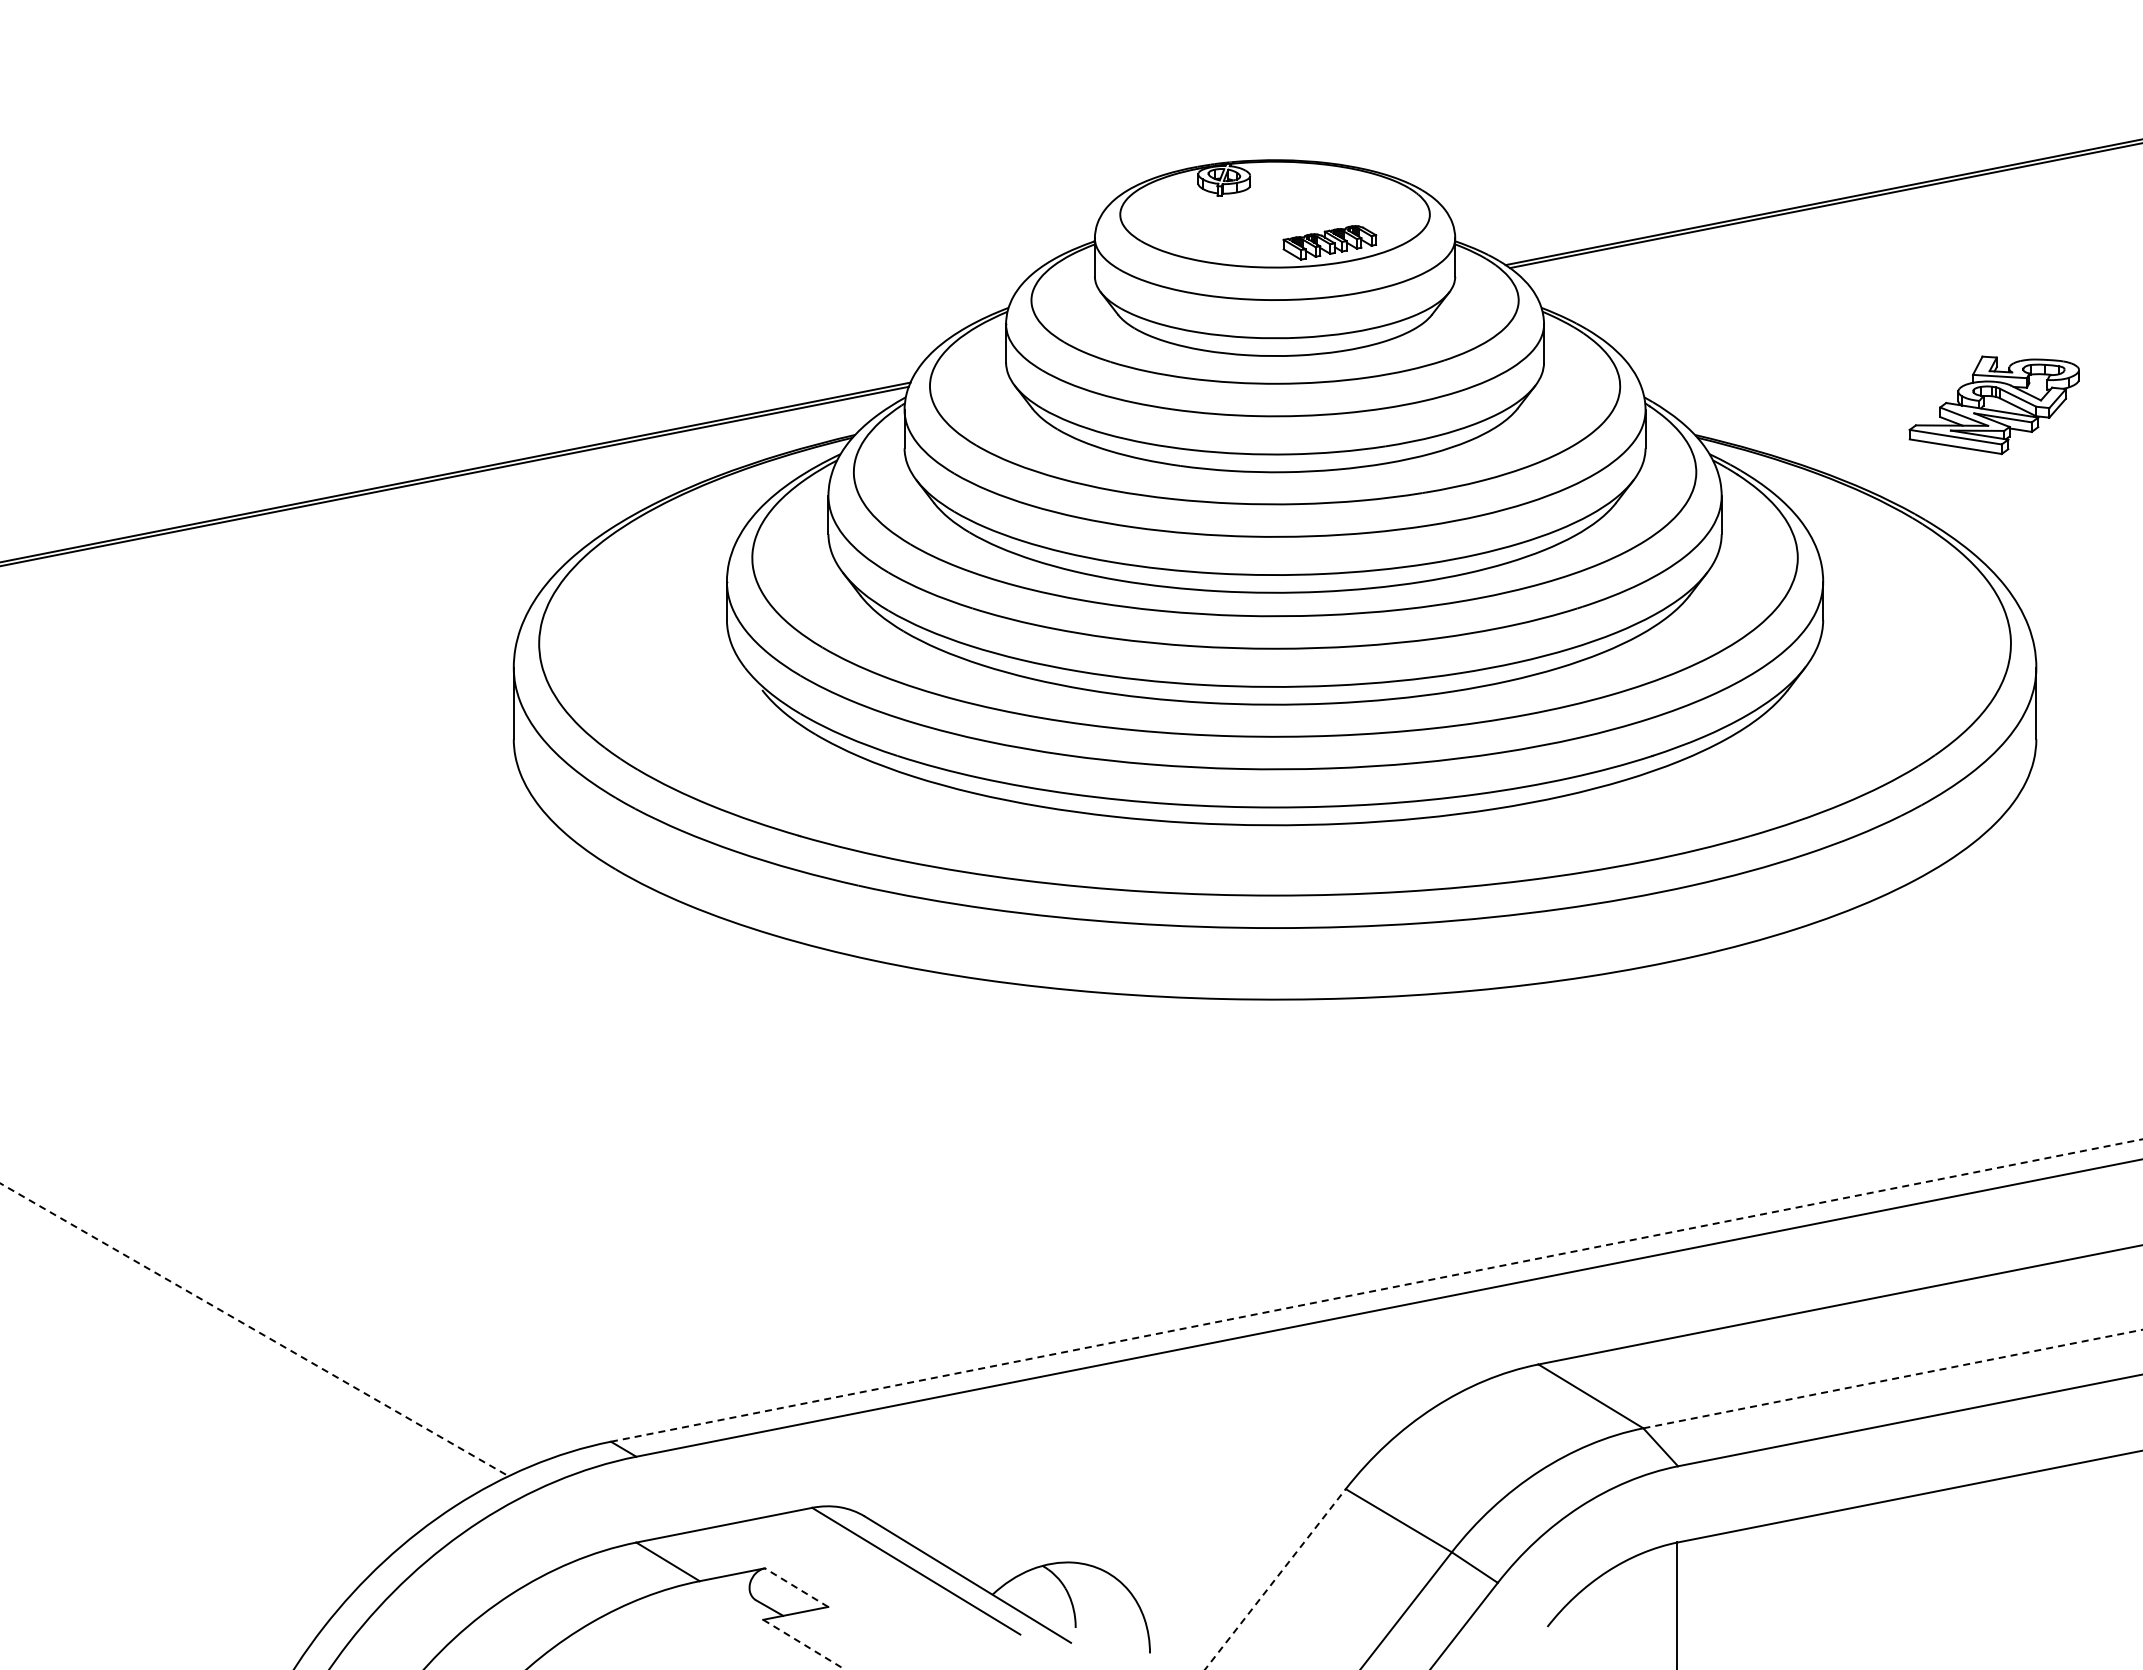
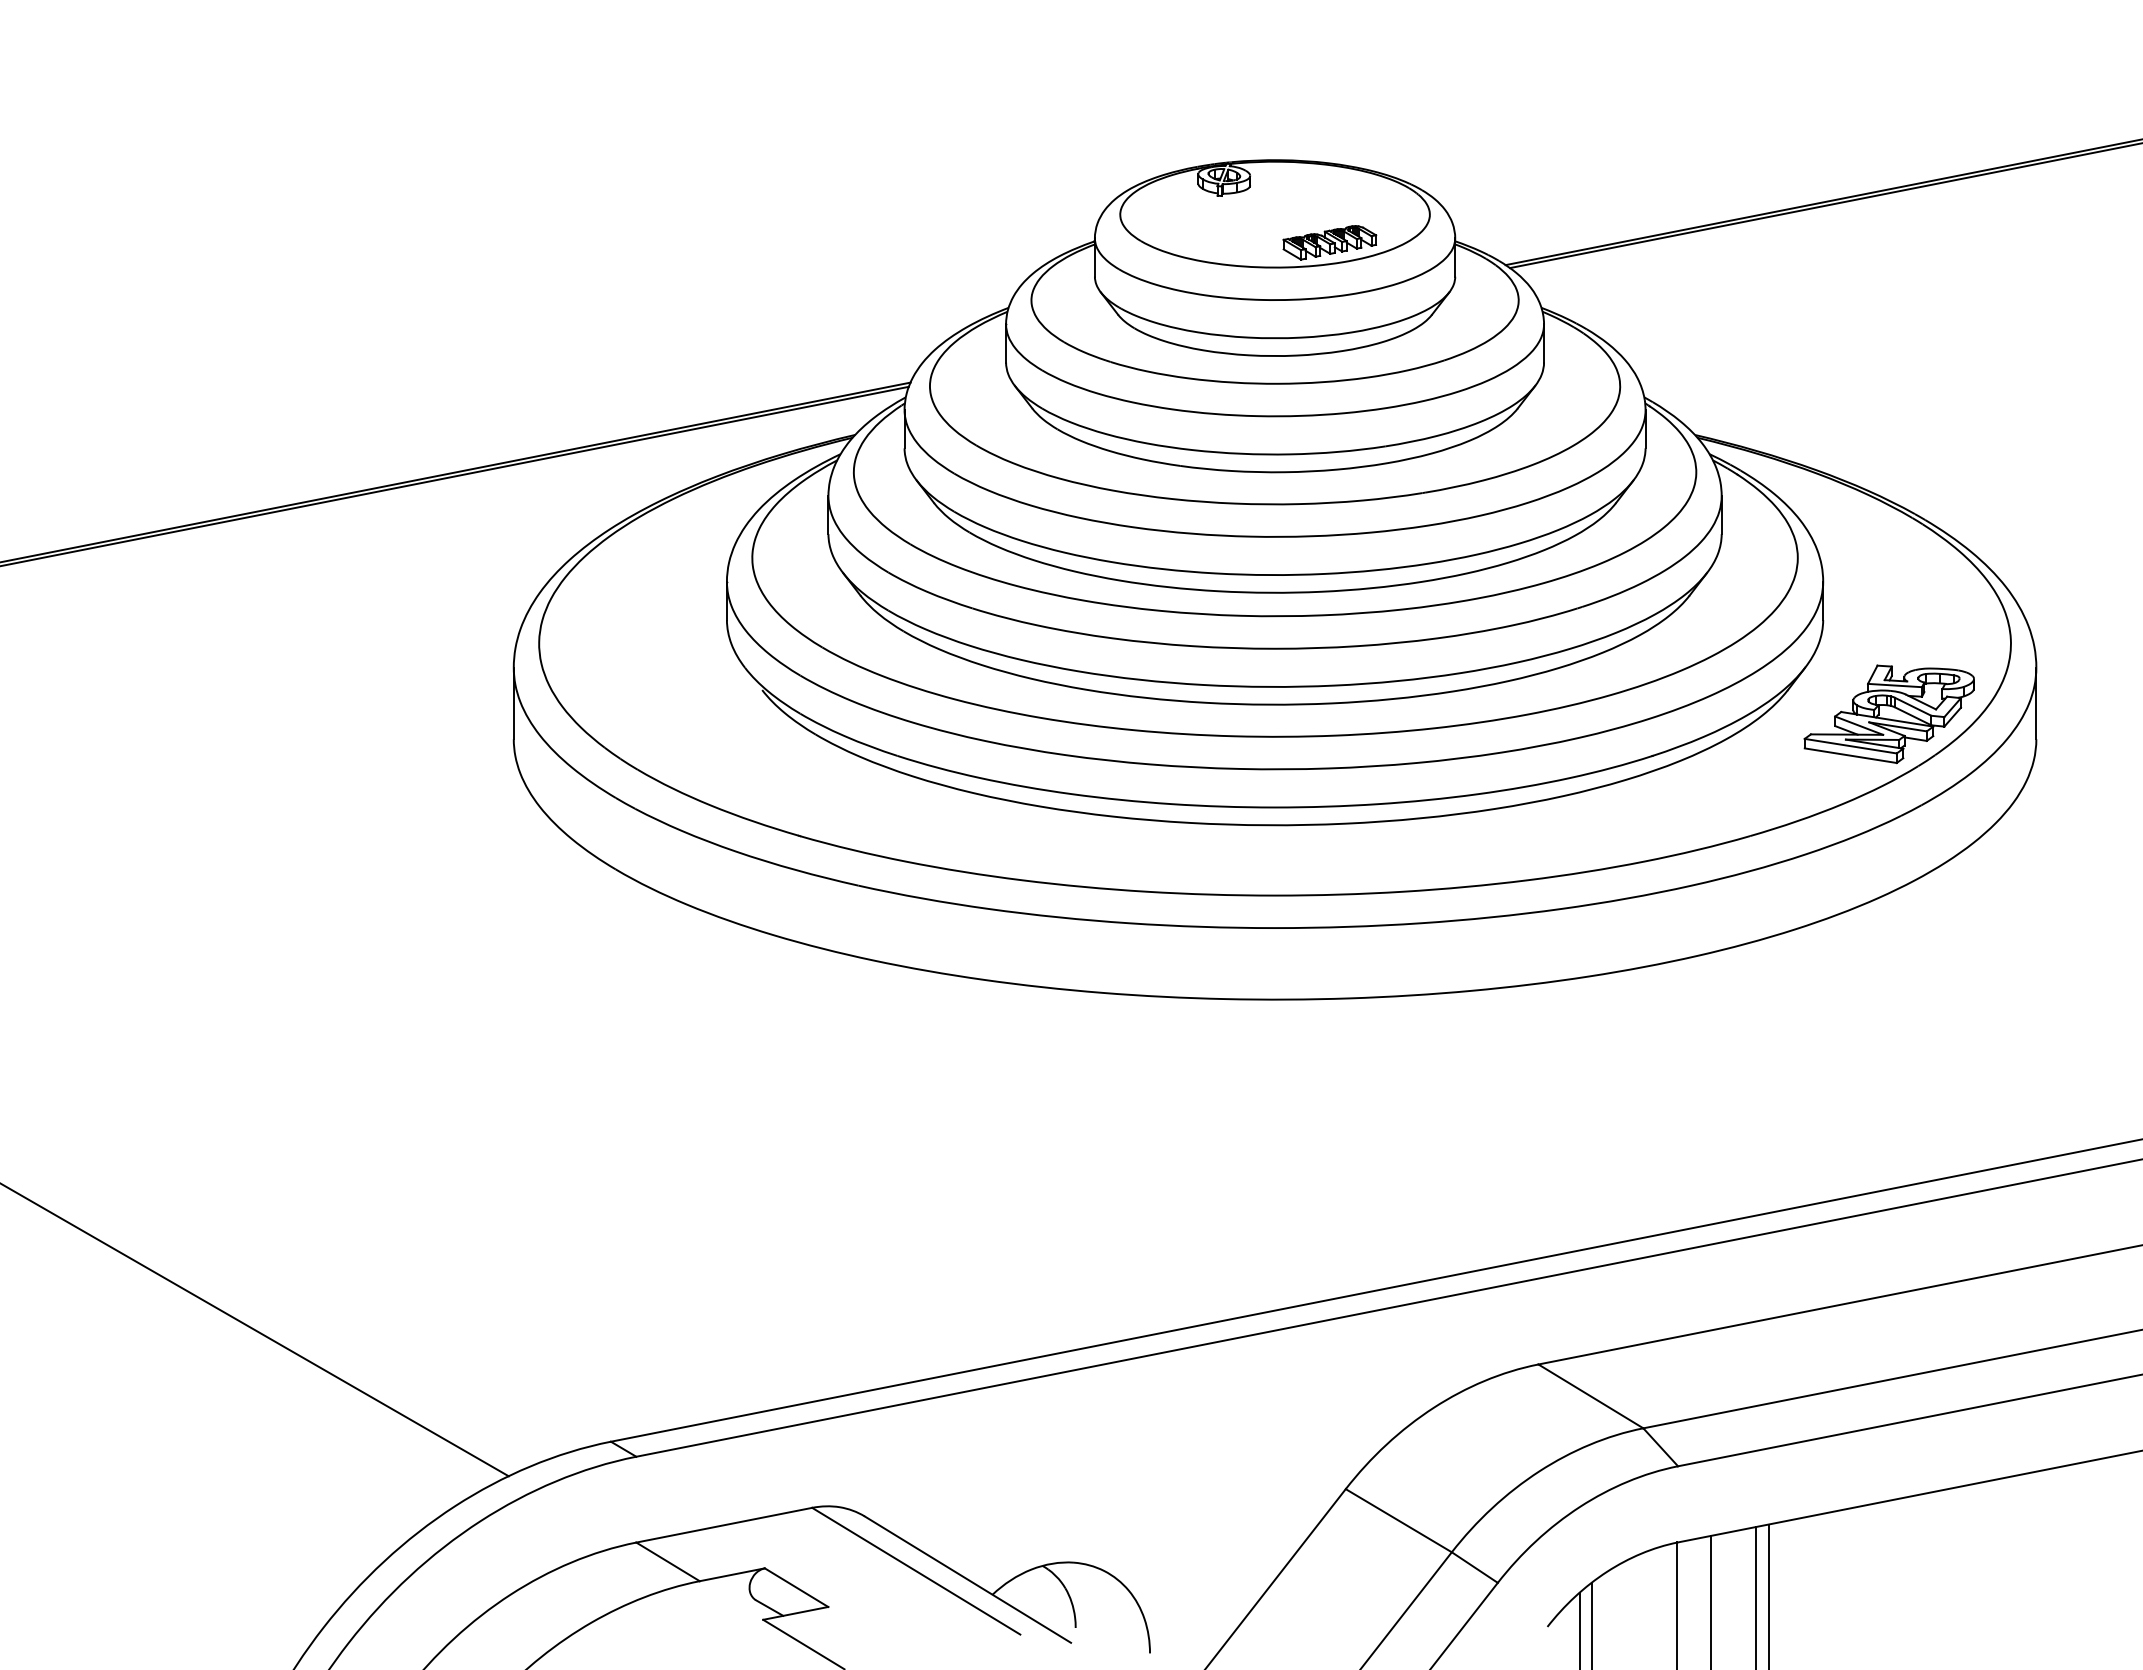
part at (1993, 405) position: (1993, 405) -> (1888, 714)
line at (1377, 1290): dashed -> solid
line at (254, 1330): dashed -> solid
line at (1893, 1378): dashed -> solid
line at (1275, 1578): dashed -> solid
line at (796, 1587): dashed -> solid
line at (1768, 1595): none -> present
line at (1756, 1596): none -> present
line at (1711, 1600): none -> present
line at (1592, 1624): none -> present
line at (1579, 1629): none -> present
line at (803, 1644): dashed -> solid
